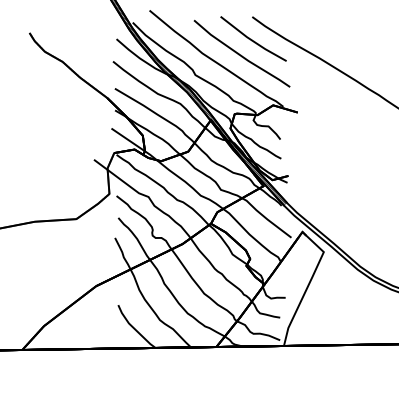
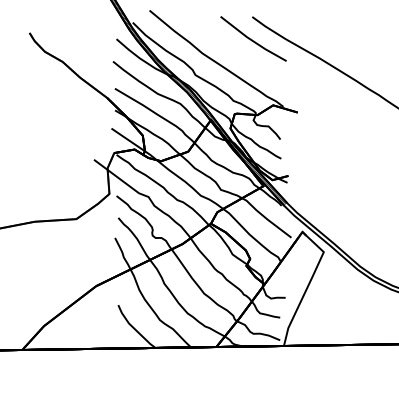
part at (241, 53): present -> none
